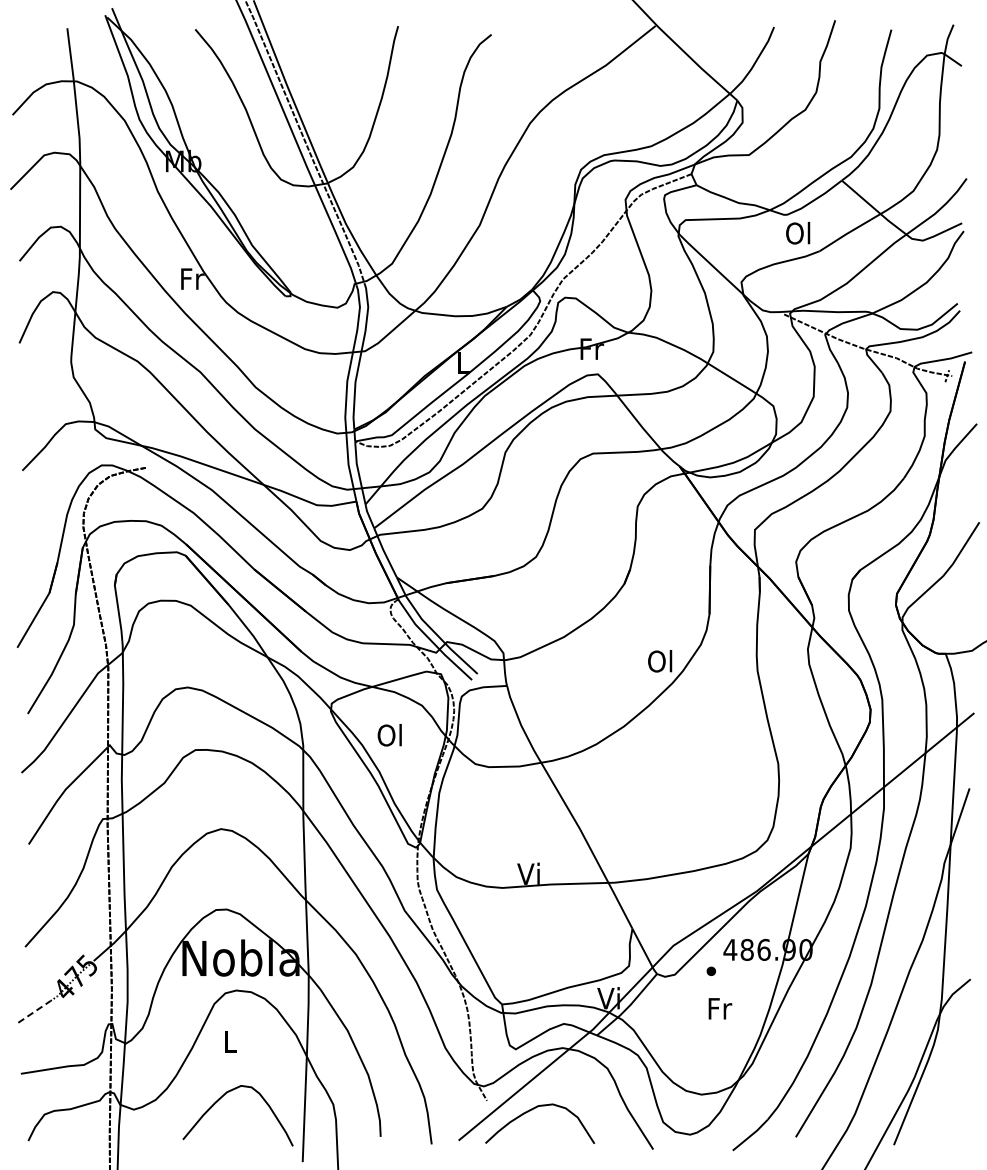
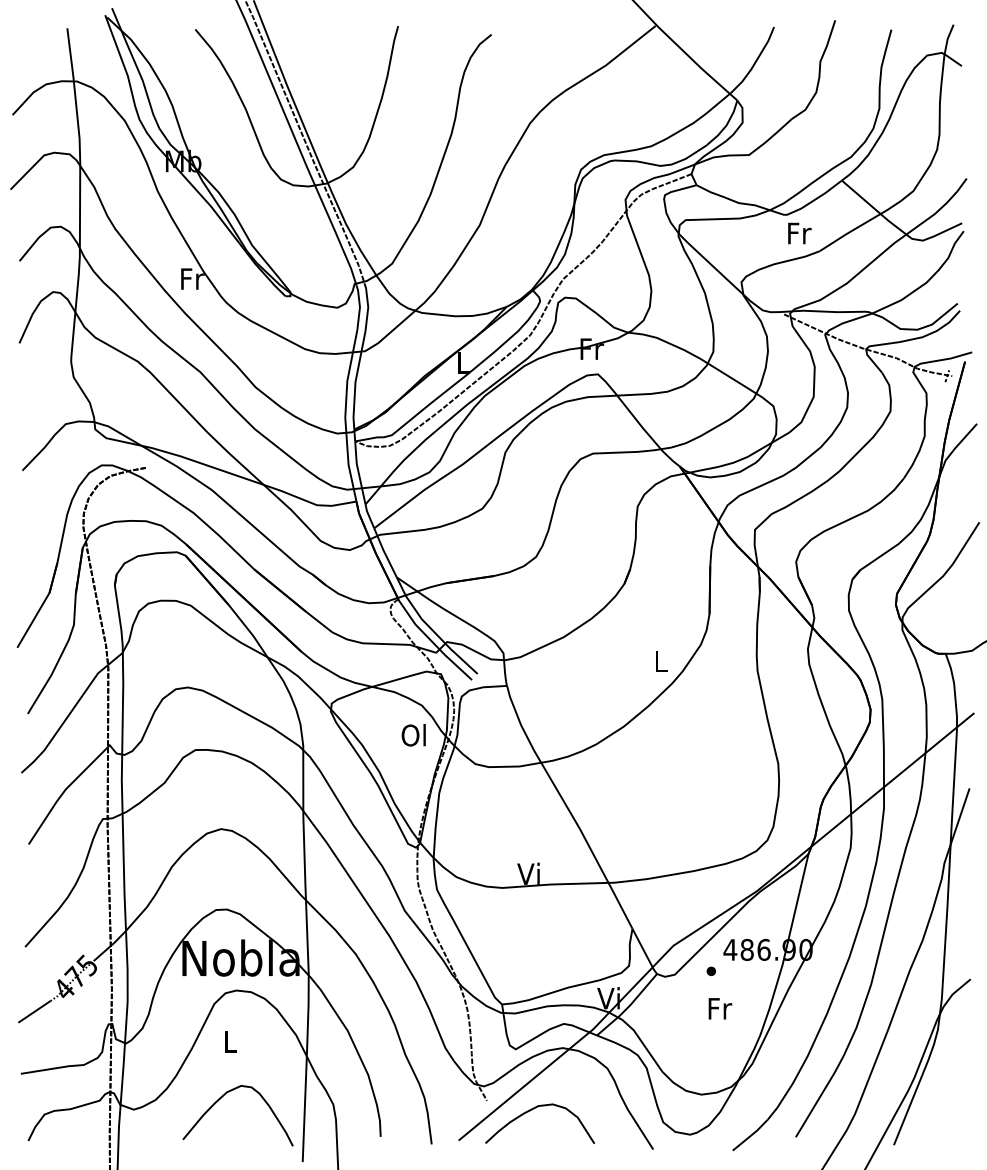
text at (798, 233): Ol -> Fr
text at (660, 661): Ol -> L
text at (389, 735) position: (389, 735) -> (413, 735)
line at (34, 1011): dashed -> solid
